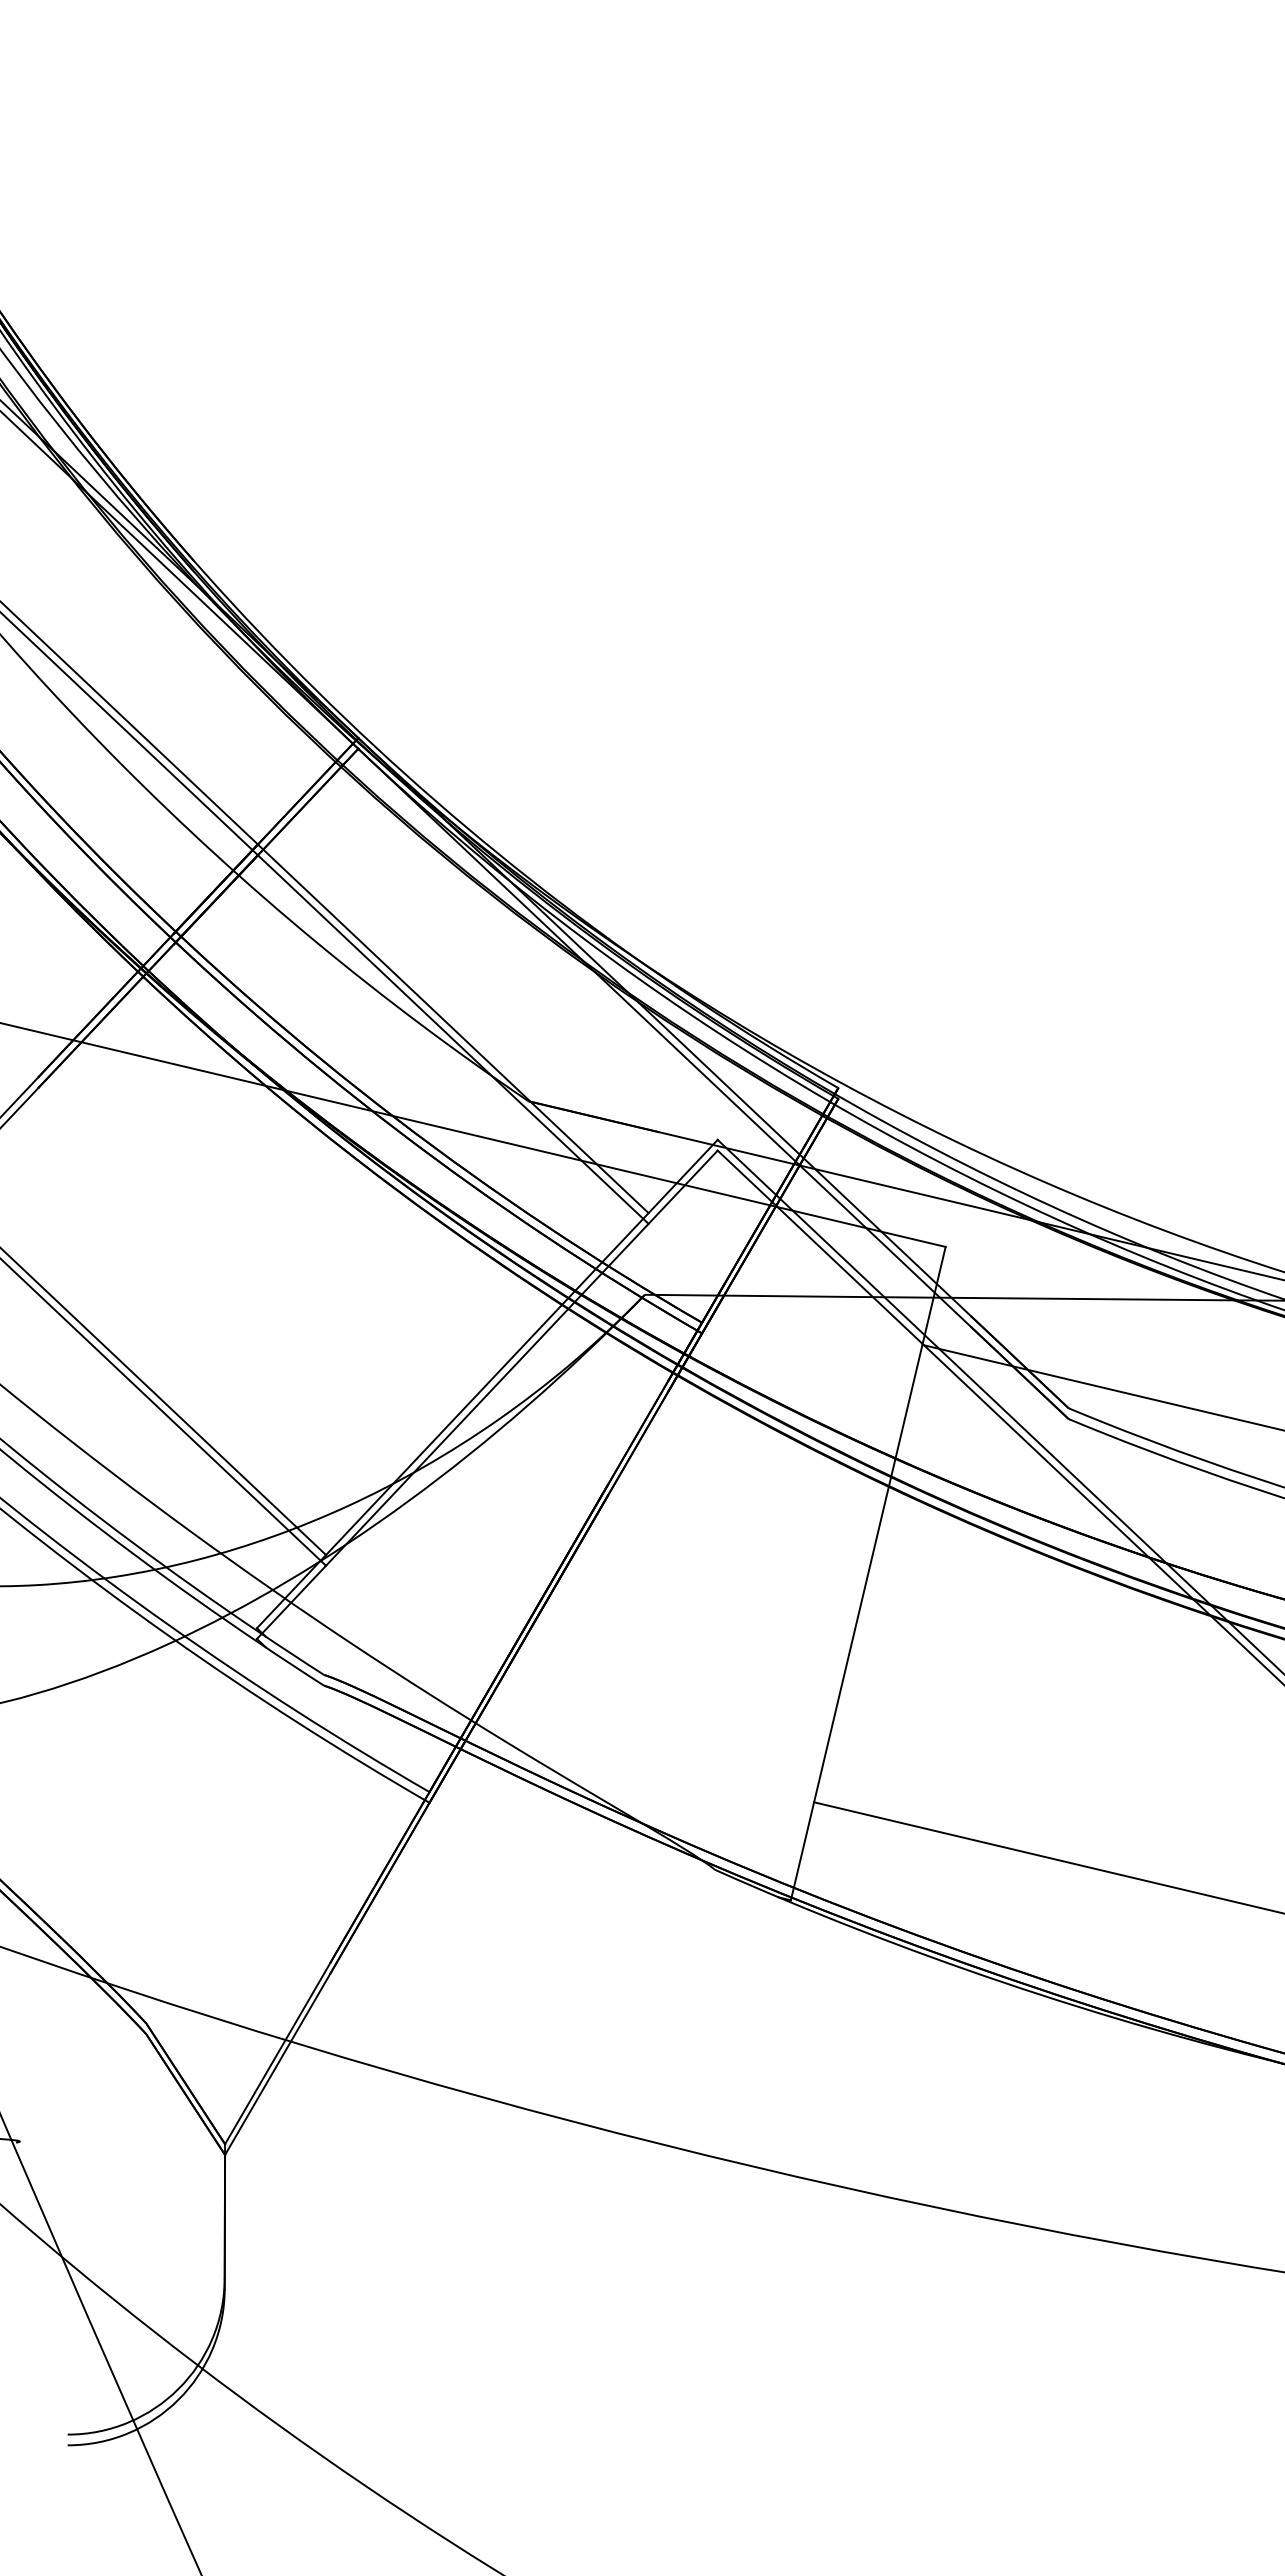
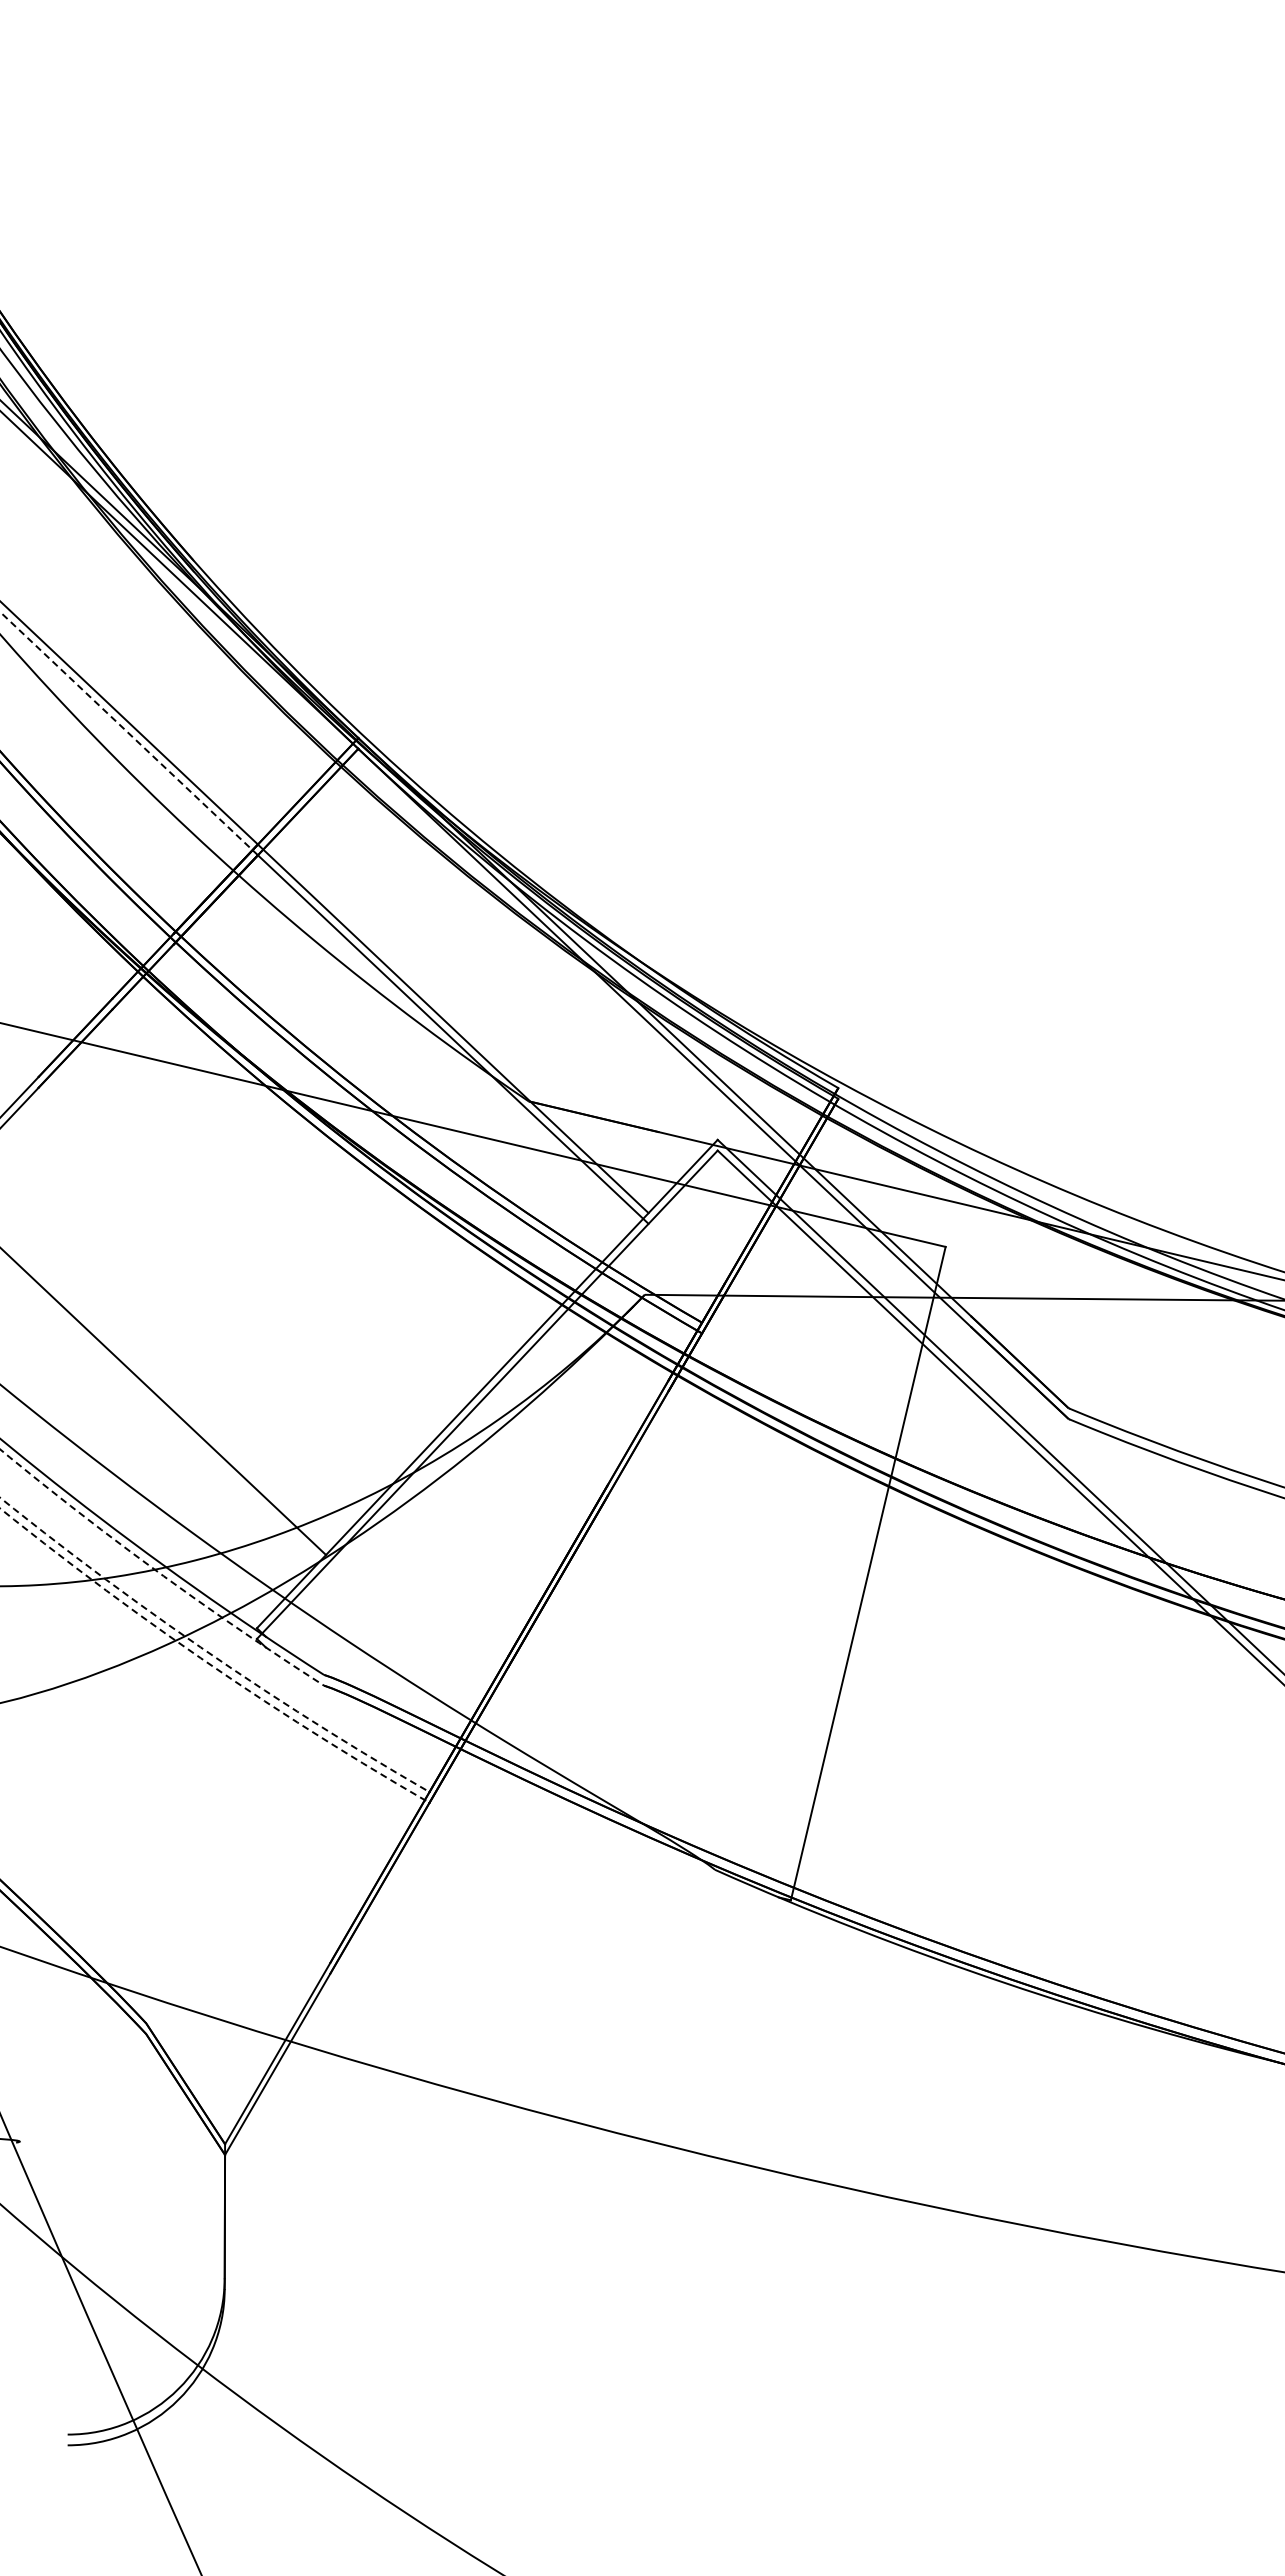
line at (128, 733): solid -> dashed
line at (1101, 1386): present -> none
line at (164, 1412): present -> none
arc at (158, 1572): solid -> dashed
arc at (208, 1652): solid -> dashed
arc at (208, 1663): solid -> dashed
line at (1047, 1857): present -> none
